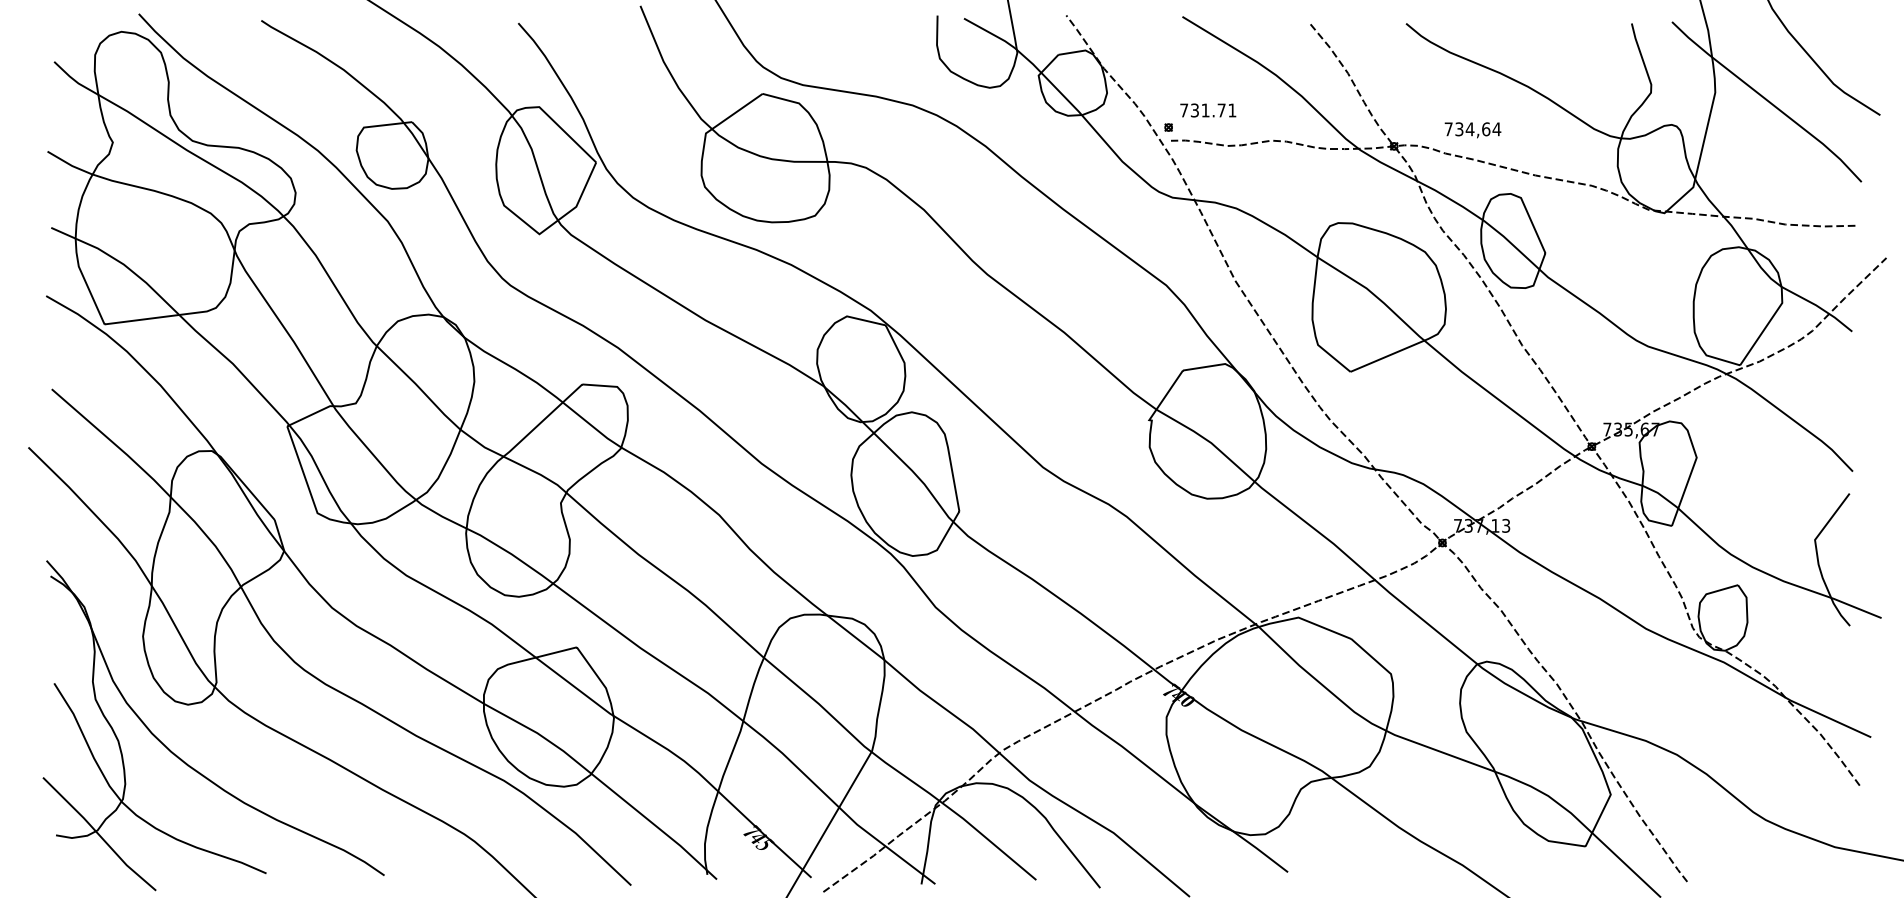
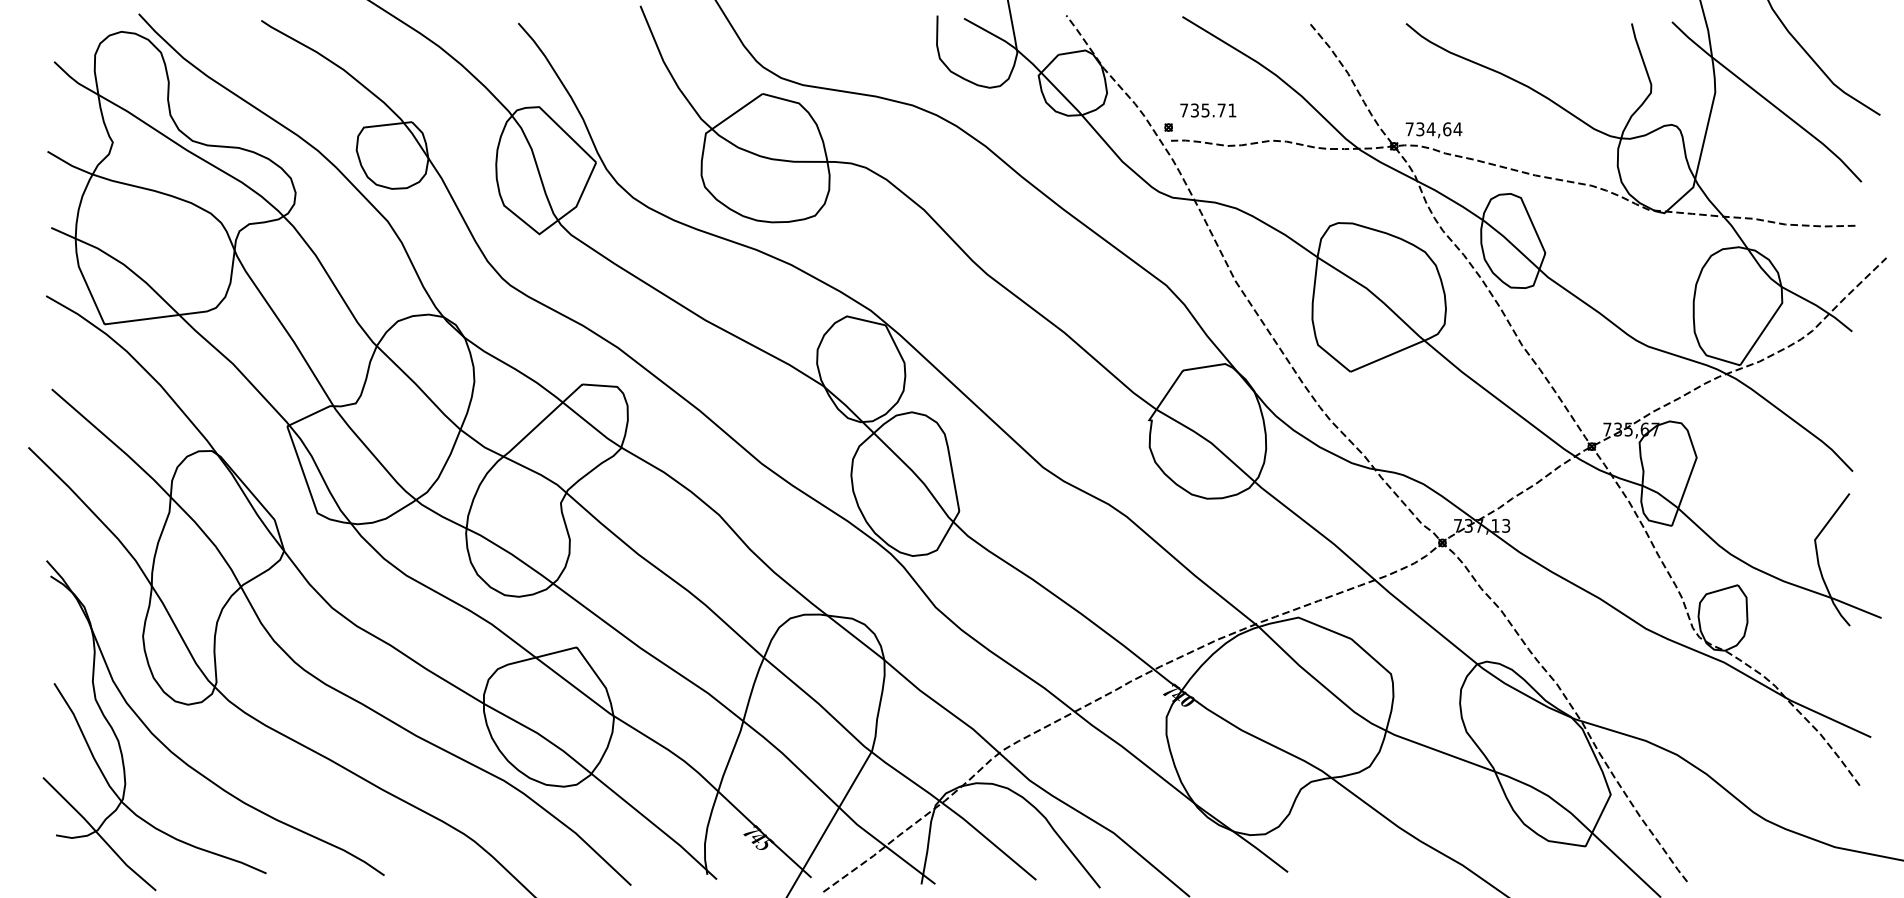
text at (1205, 110): 731.71 -> 735.71
text at (1472, 130) position: (1472, 130) -> (1433, 130)
